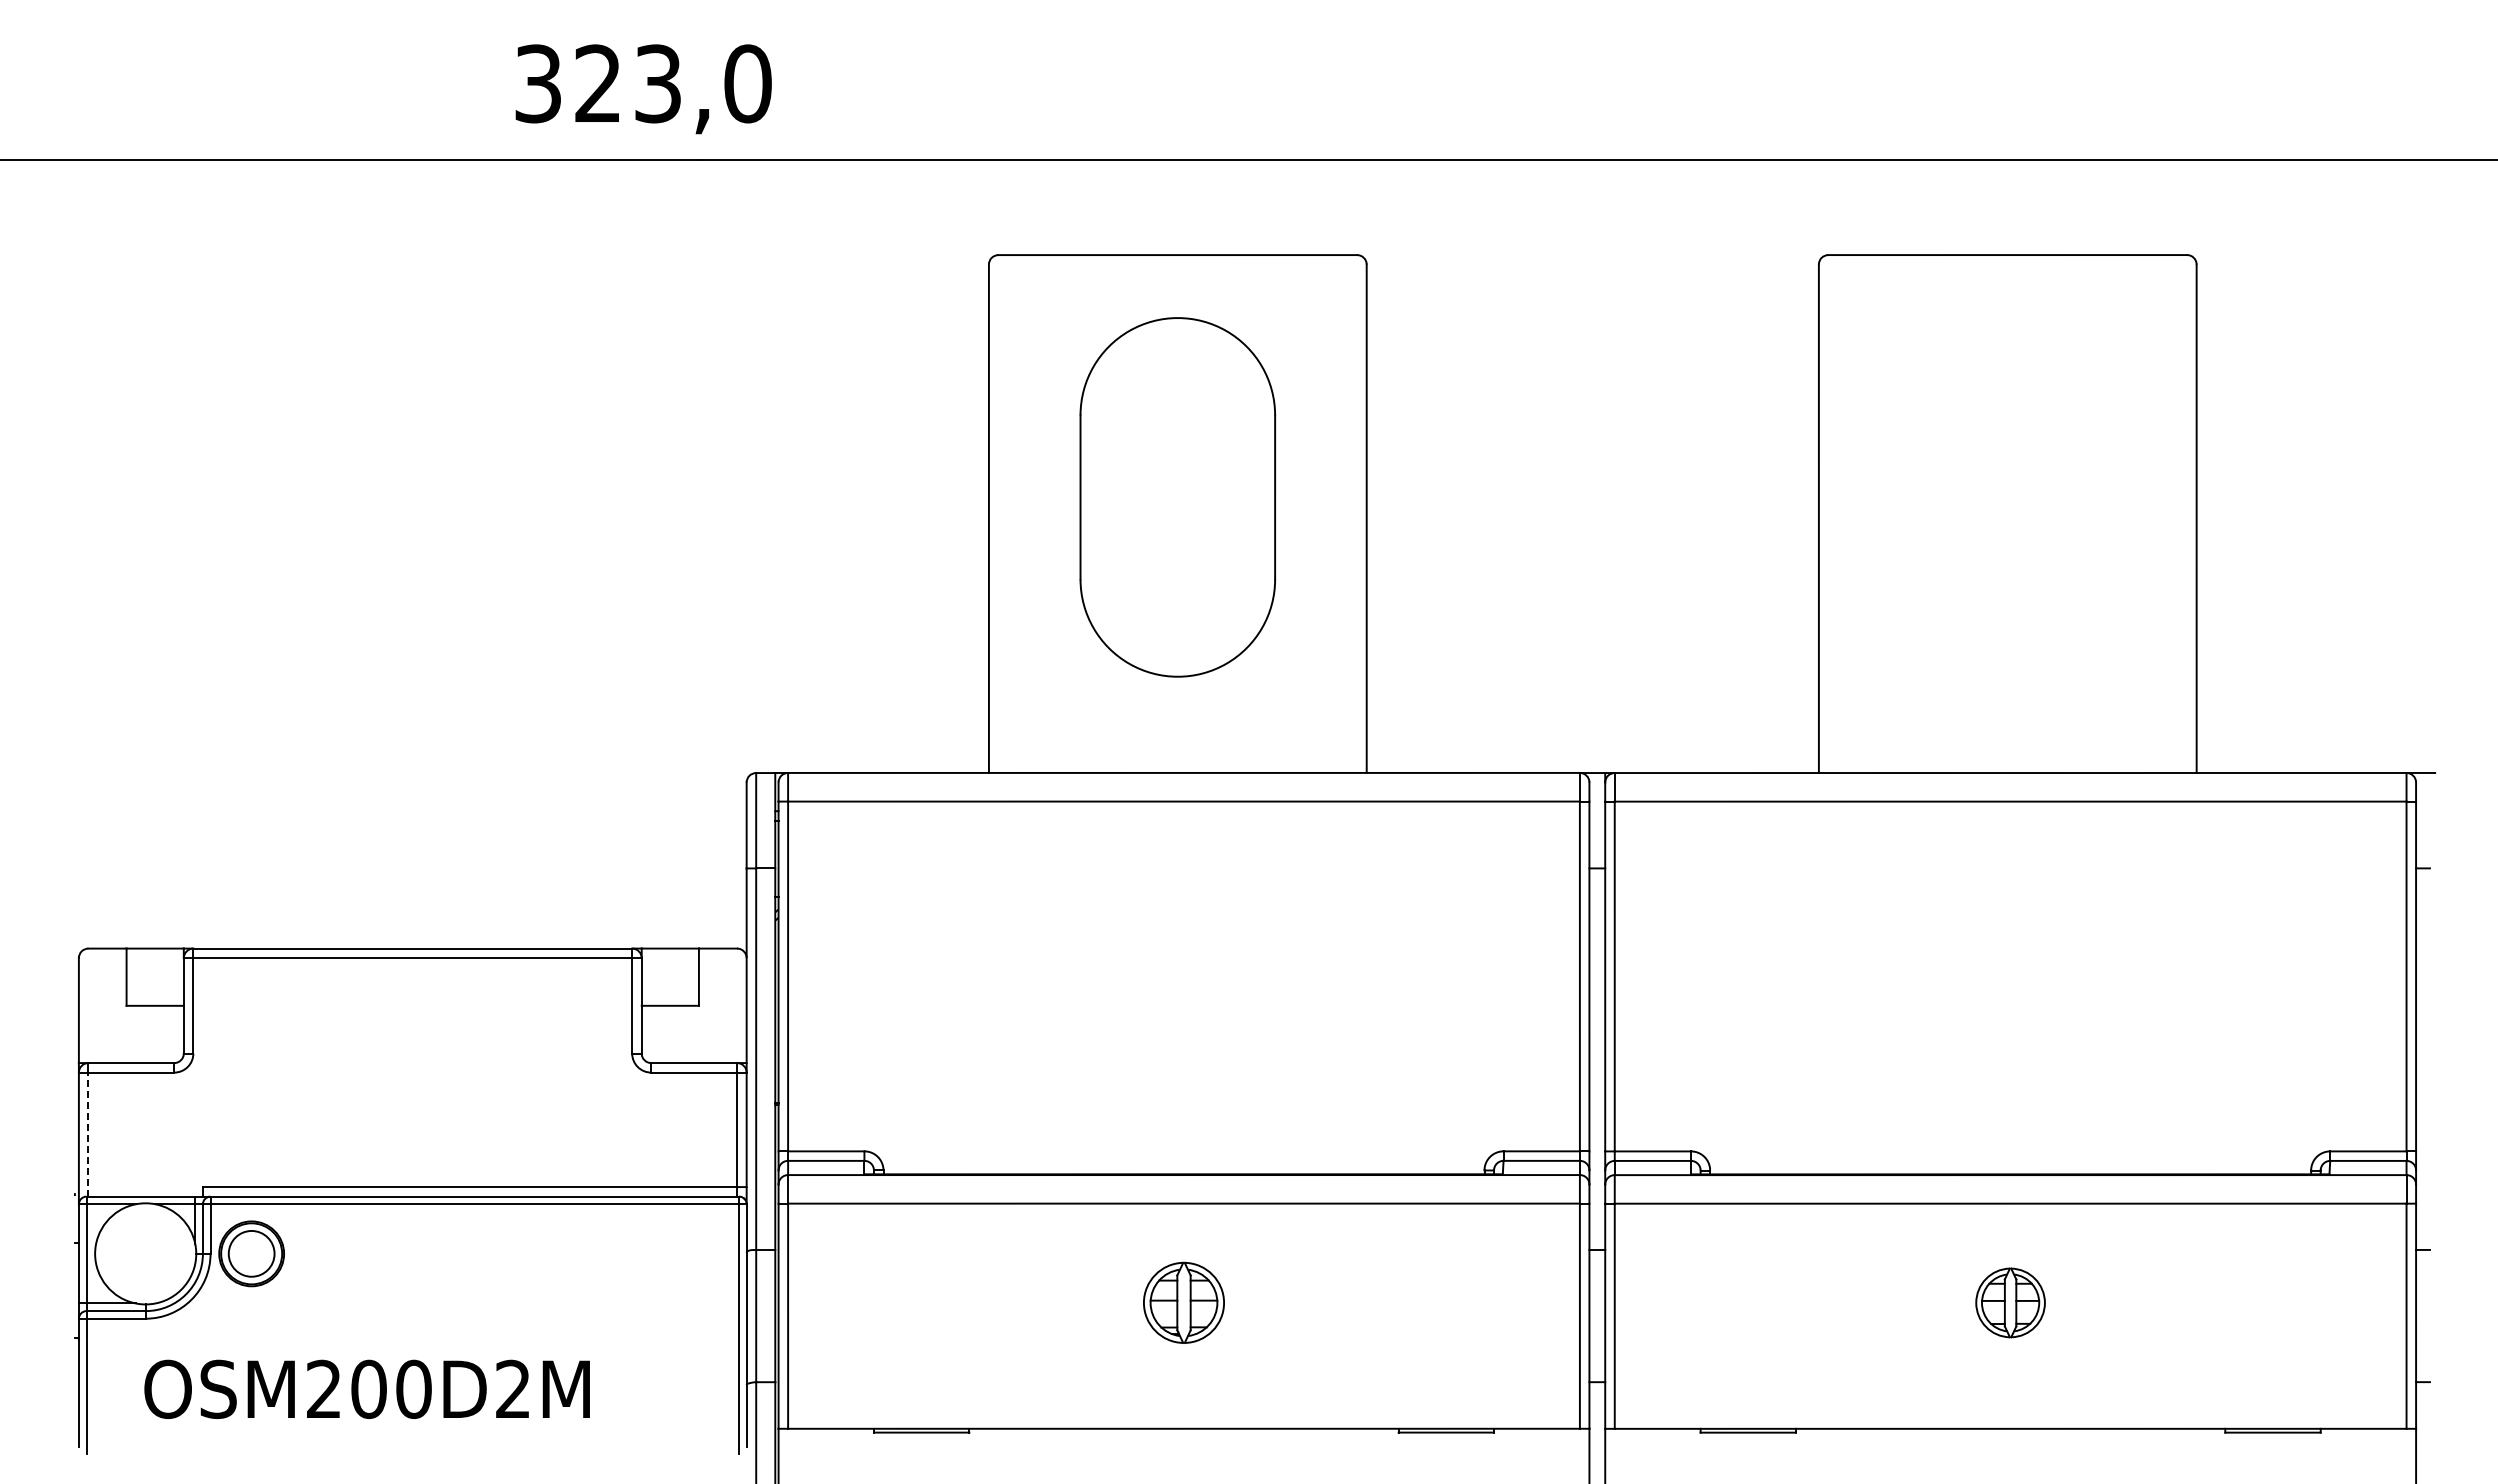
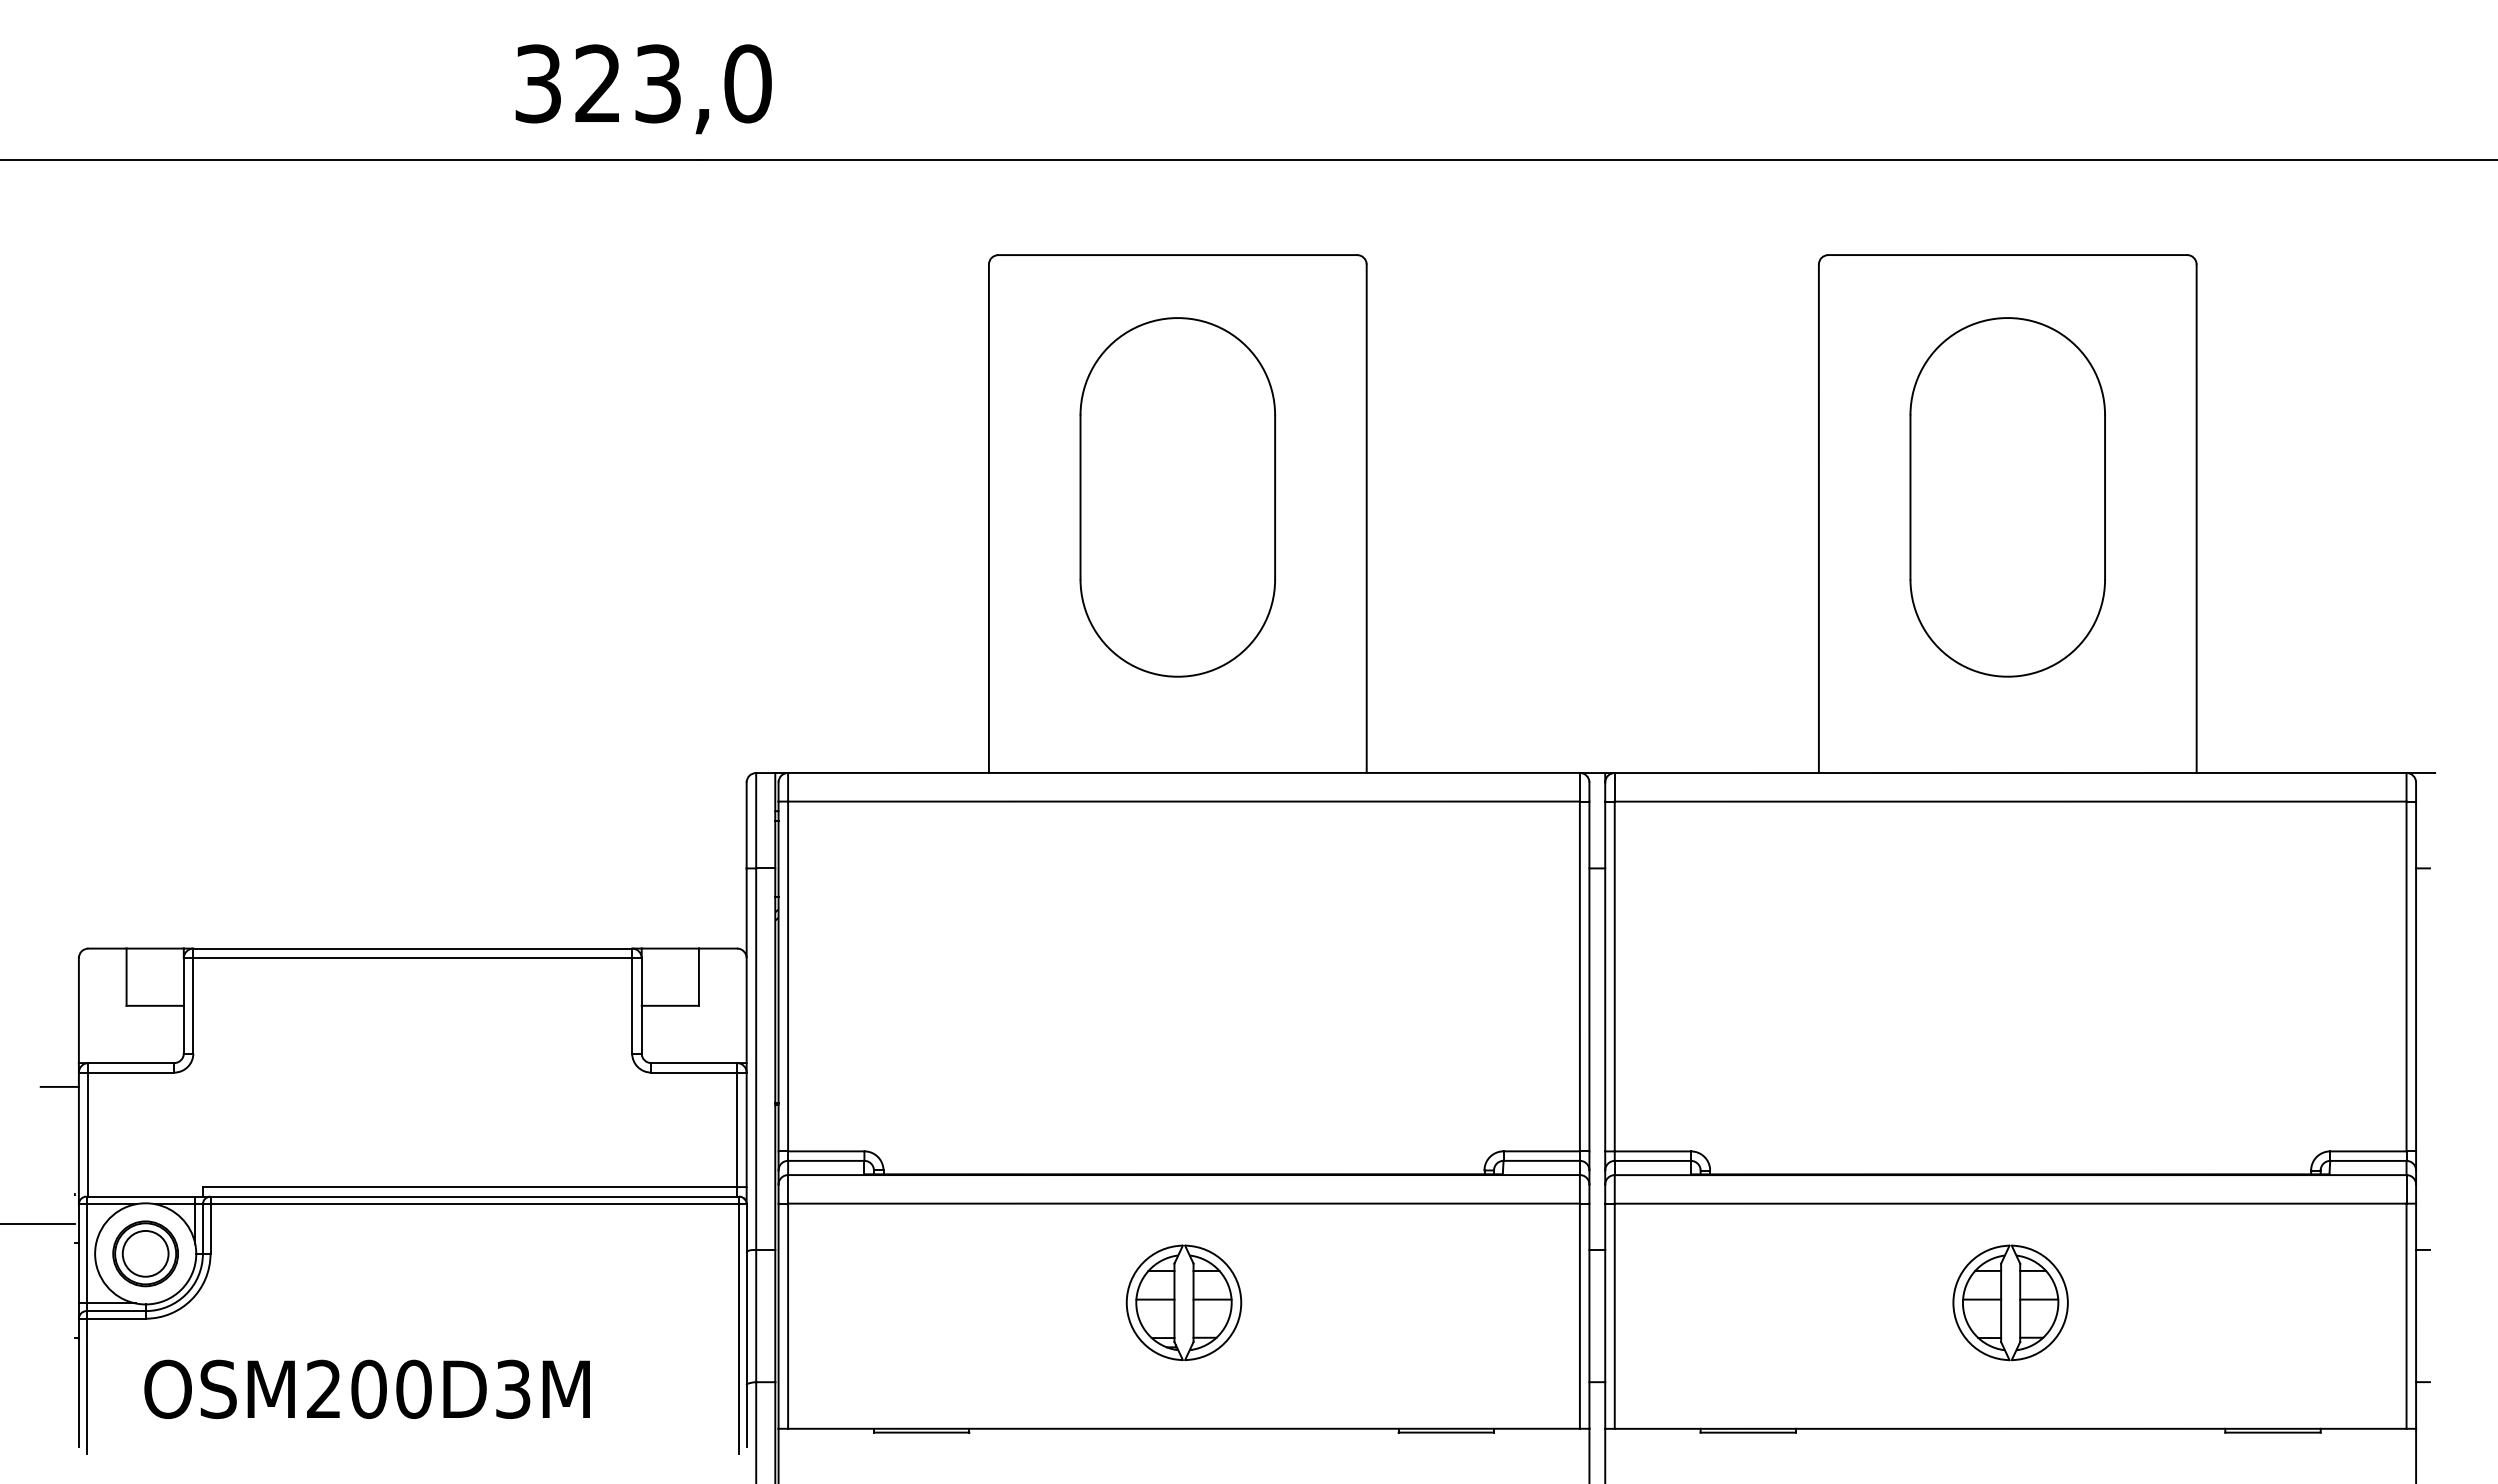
part at (2007, 497): none -> present
line at (59, 1086): none -> present
line at (88, 1134): dashed -> solid
line at (38, 1223): none -> present
part at (251, 1253) position: (251, 1253) -> (145, 1253)
part at (1183, 1302) size: 82x83 px -> 118x118 px
part at (2010, 1302) size: 71x72 px -> 117x118 px
text at (513, 1389): OSM200D2M -> OSM200D3M
